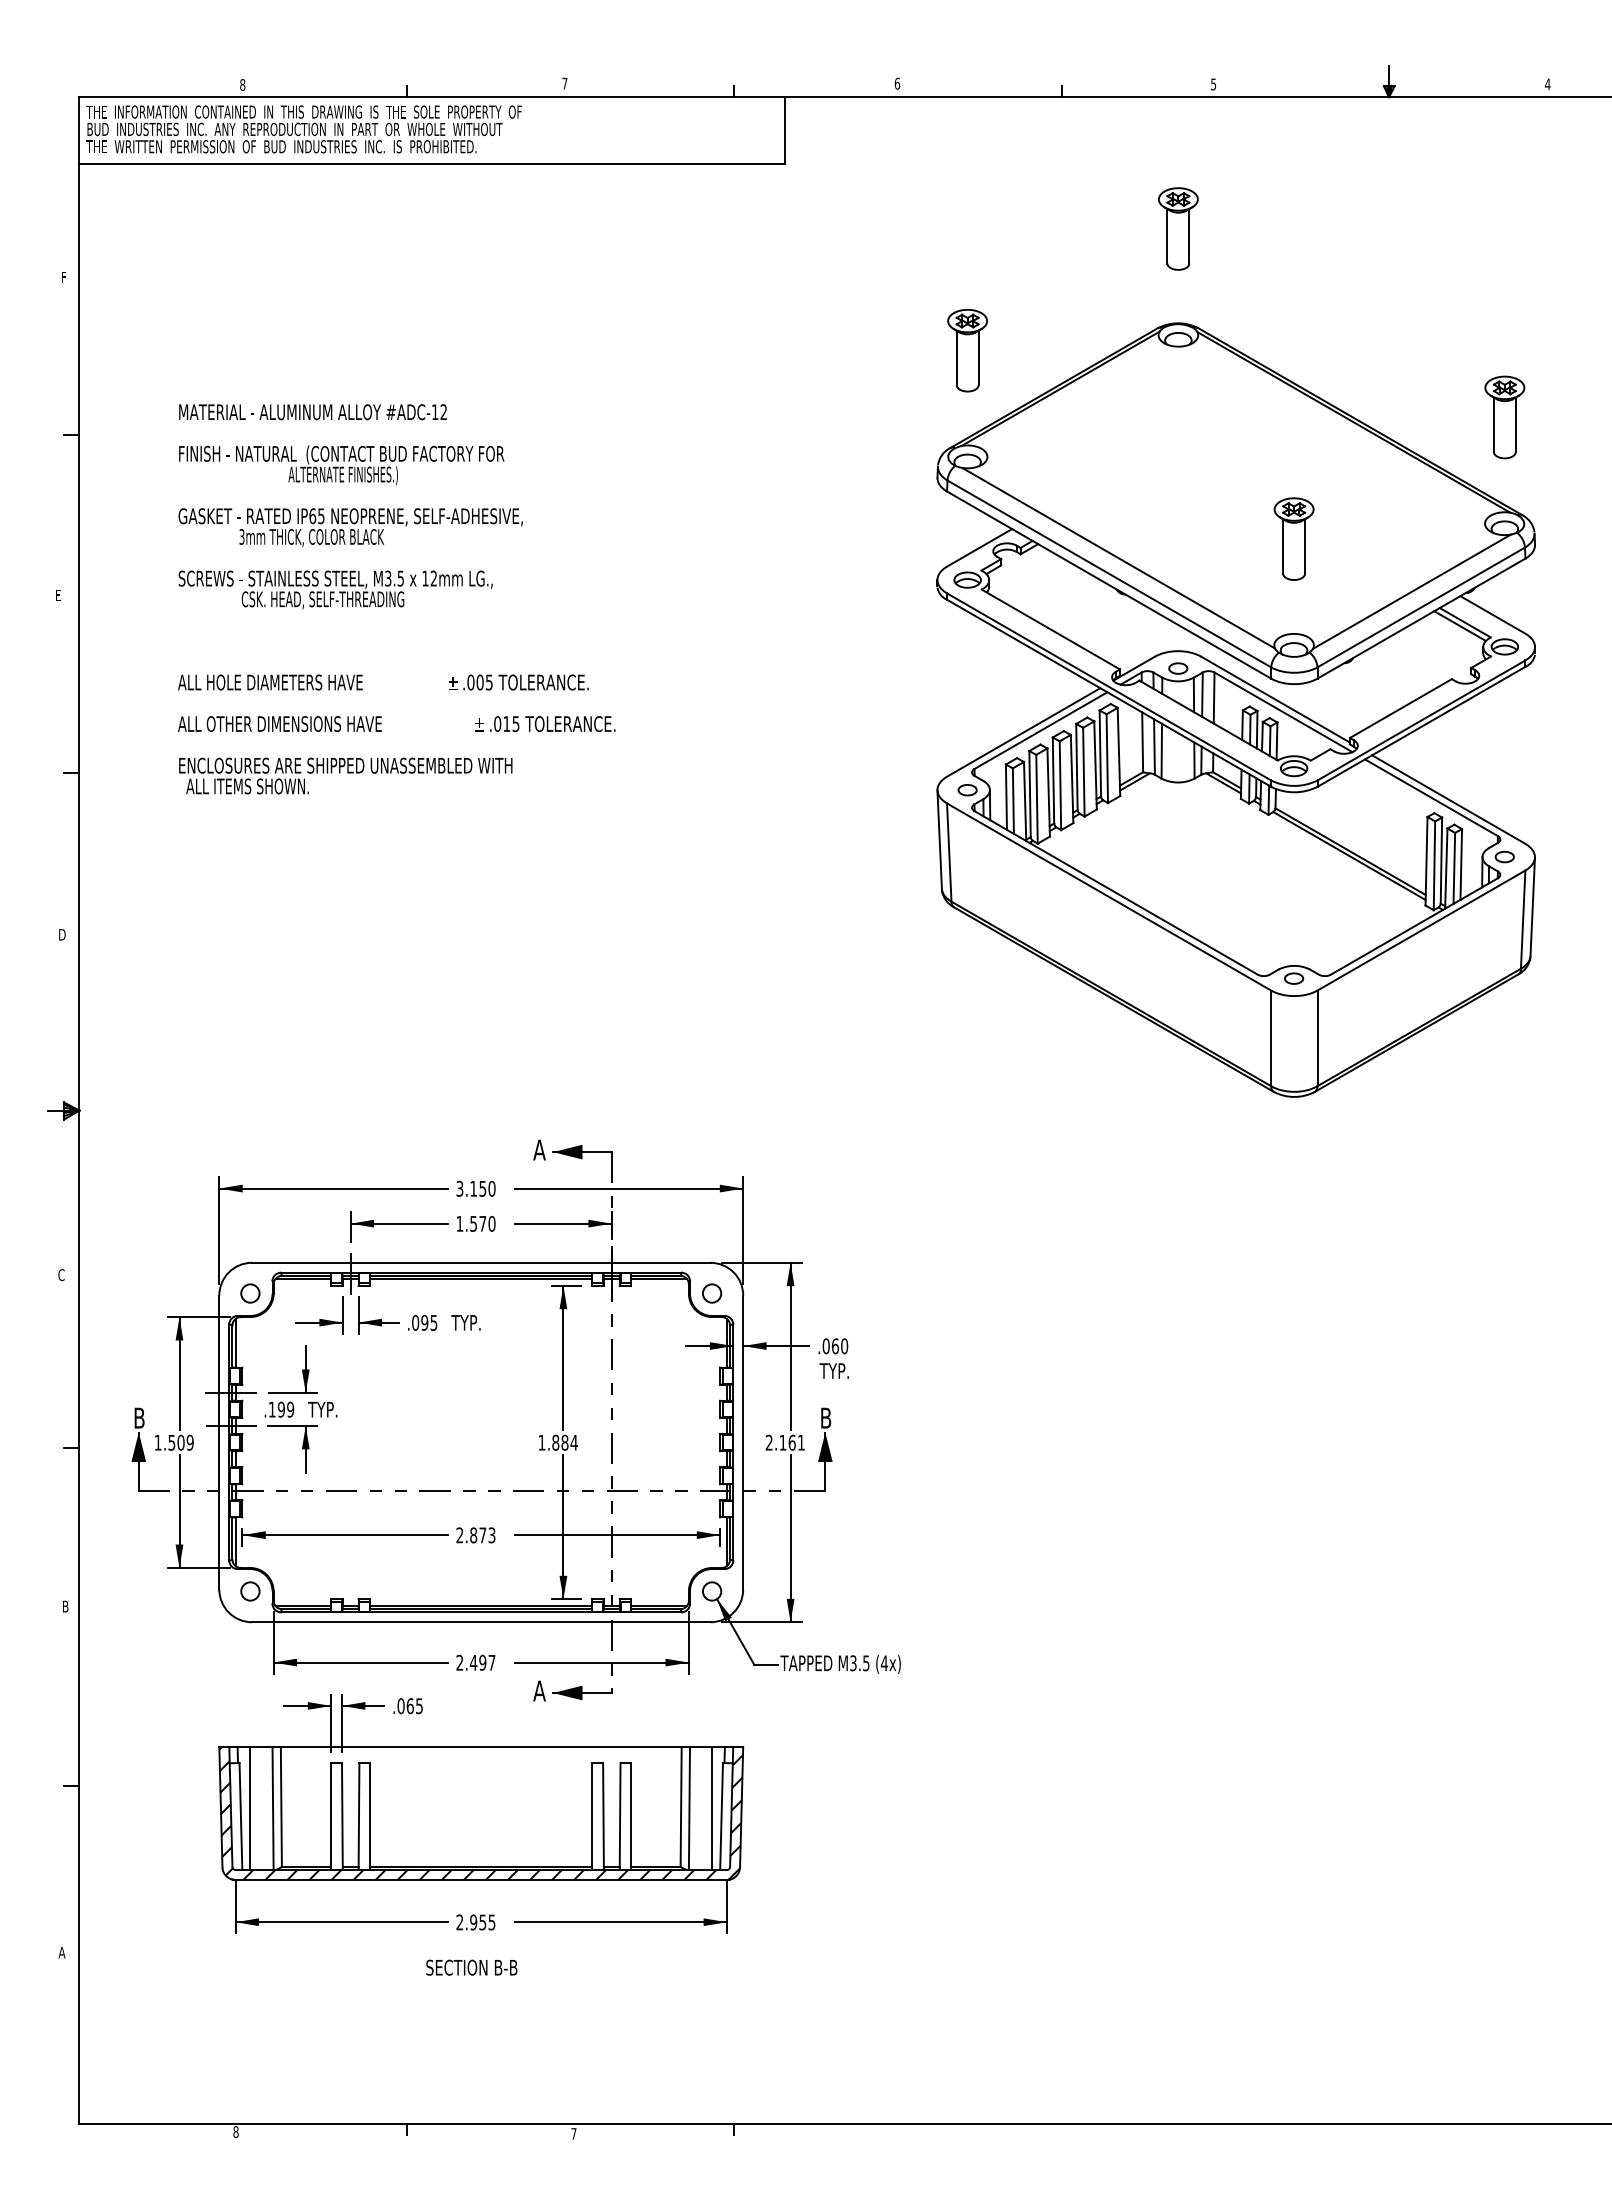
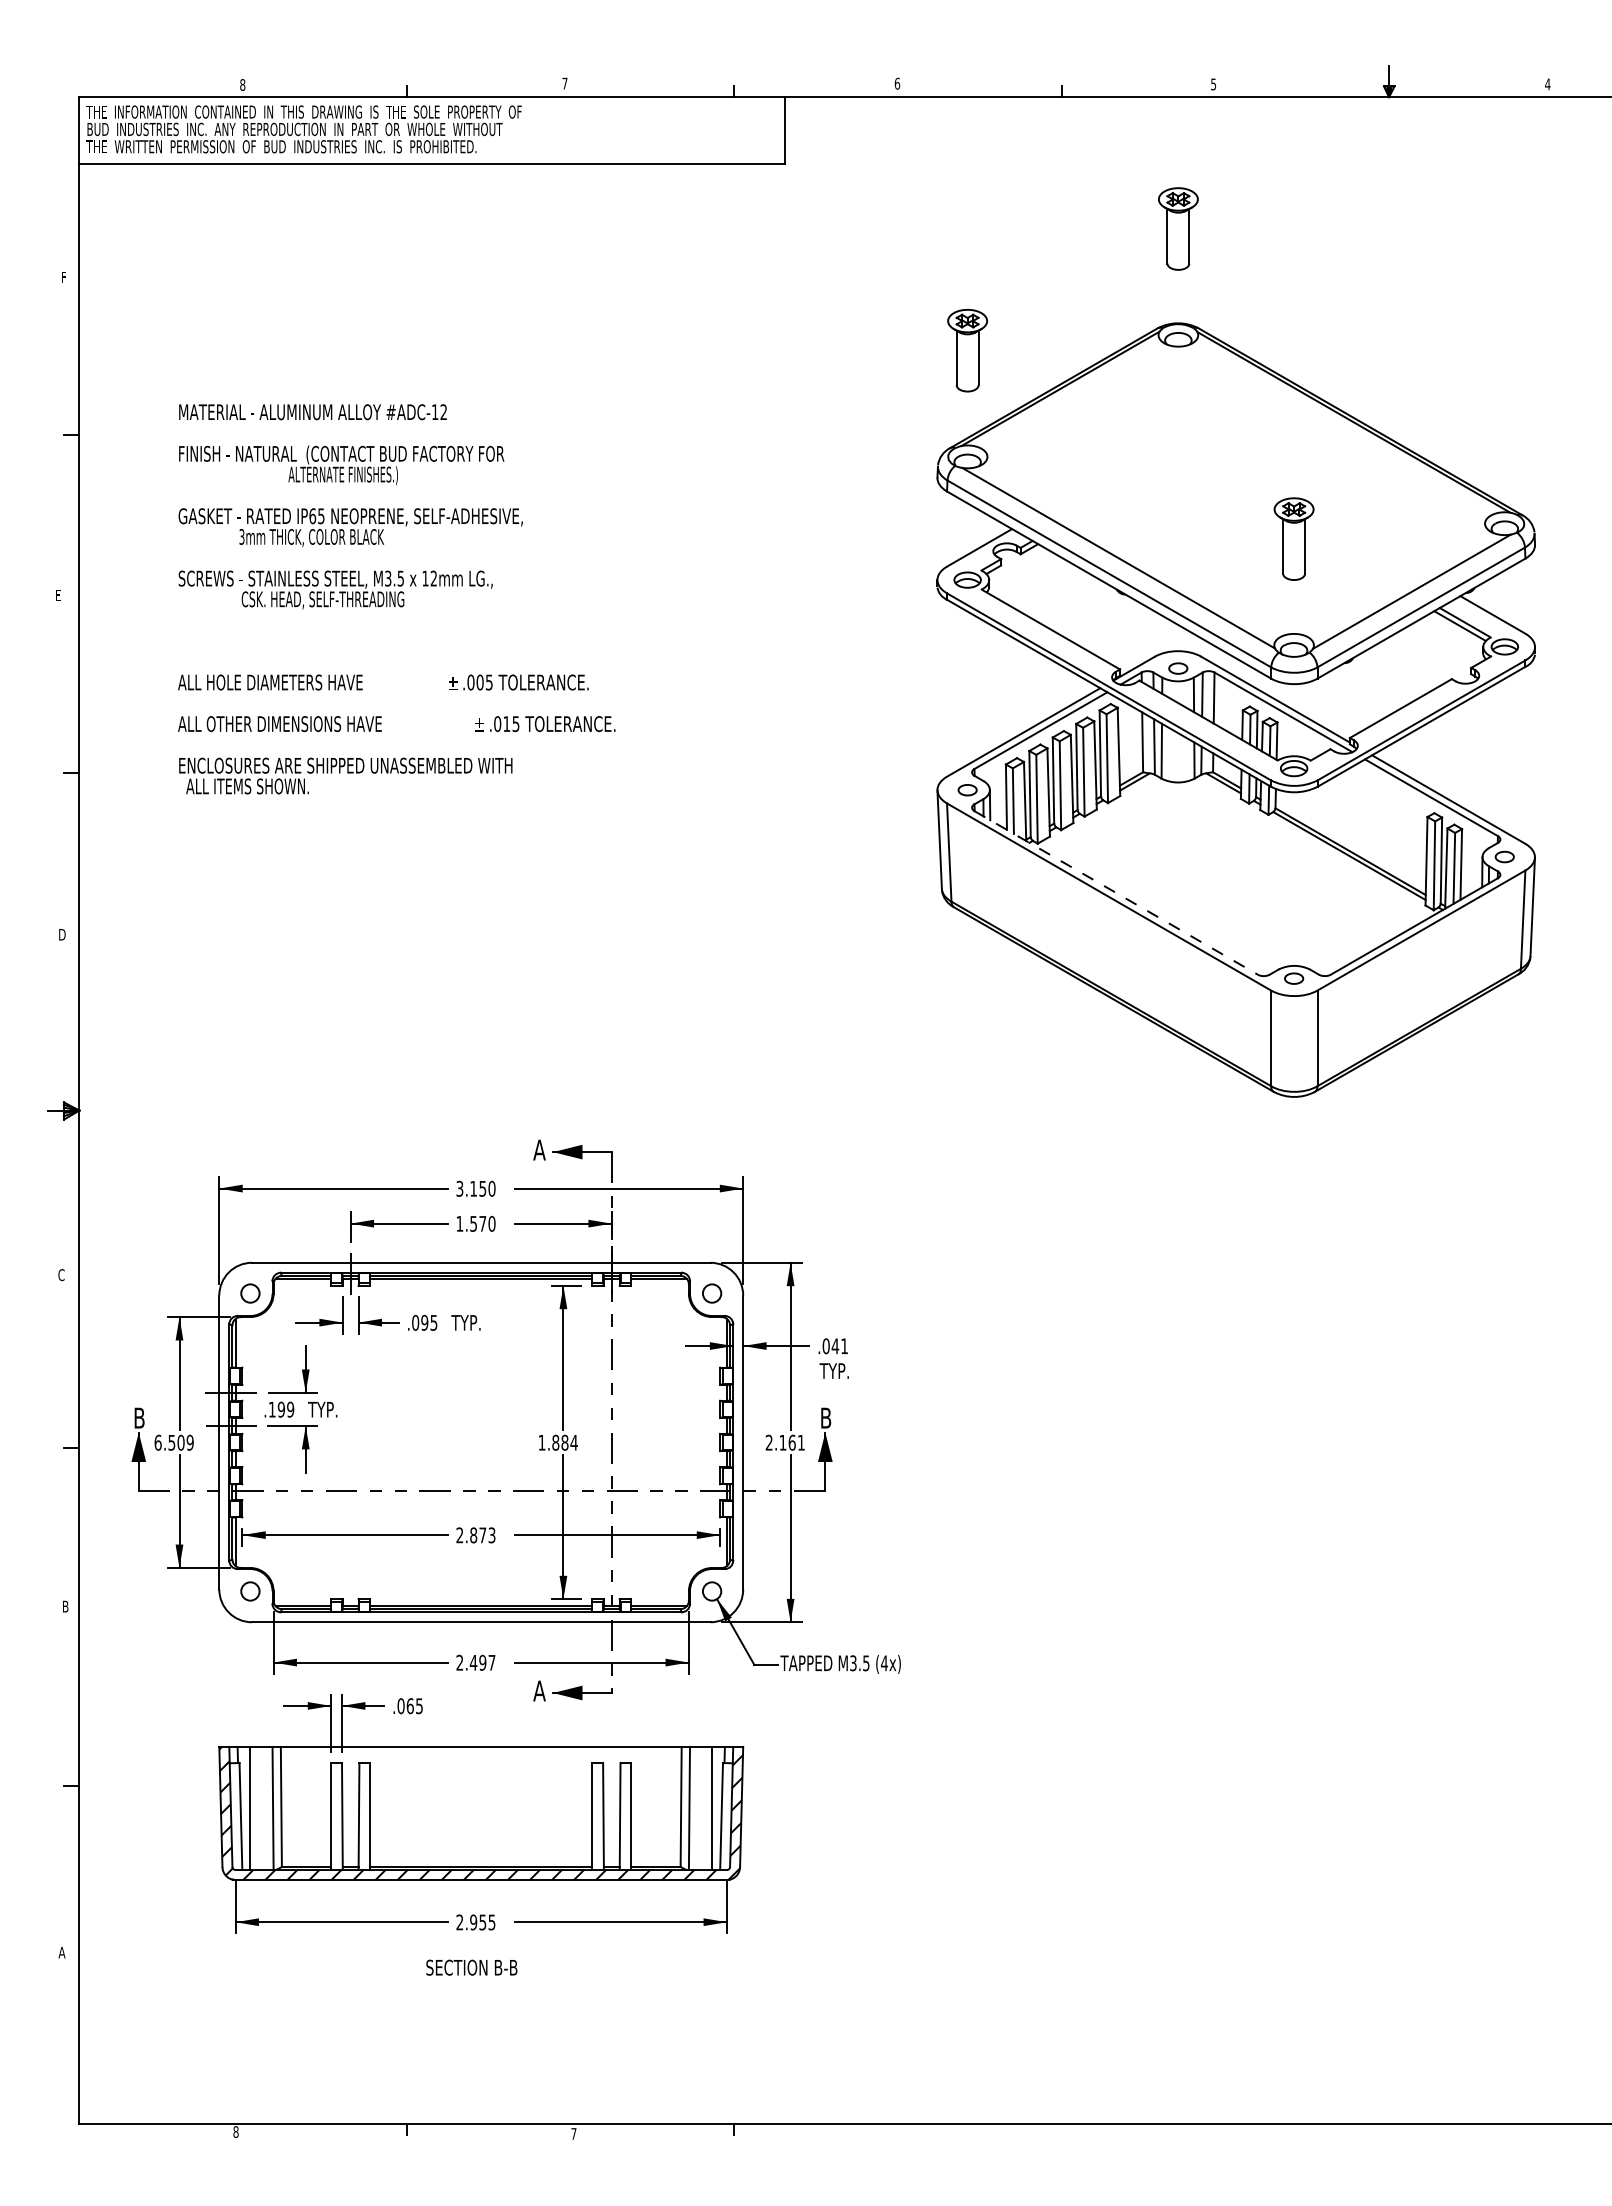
part at (1504, 417): present -> none
line at (1116, 892): solid -> dashed
text at (839, 1346): .060 -> .041
text at (157, 1442): 1.509 -> 6.509
